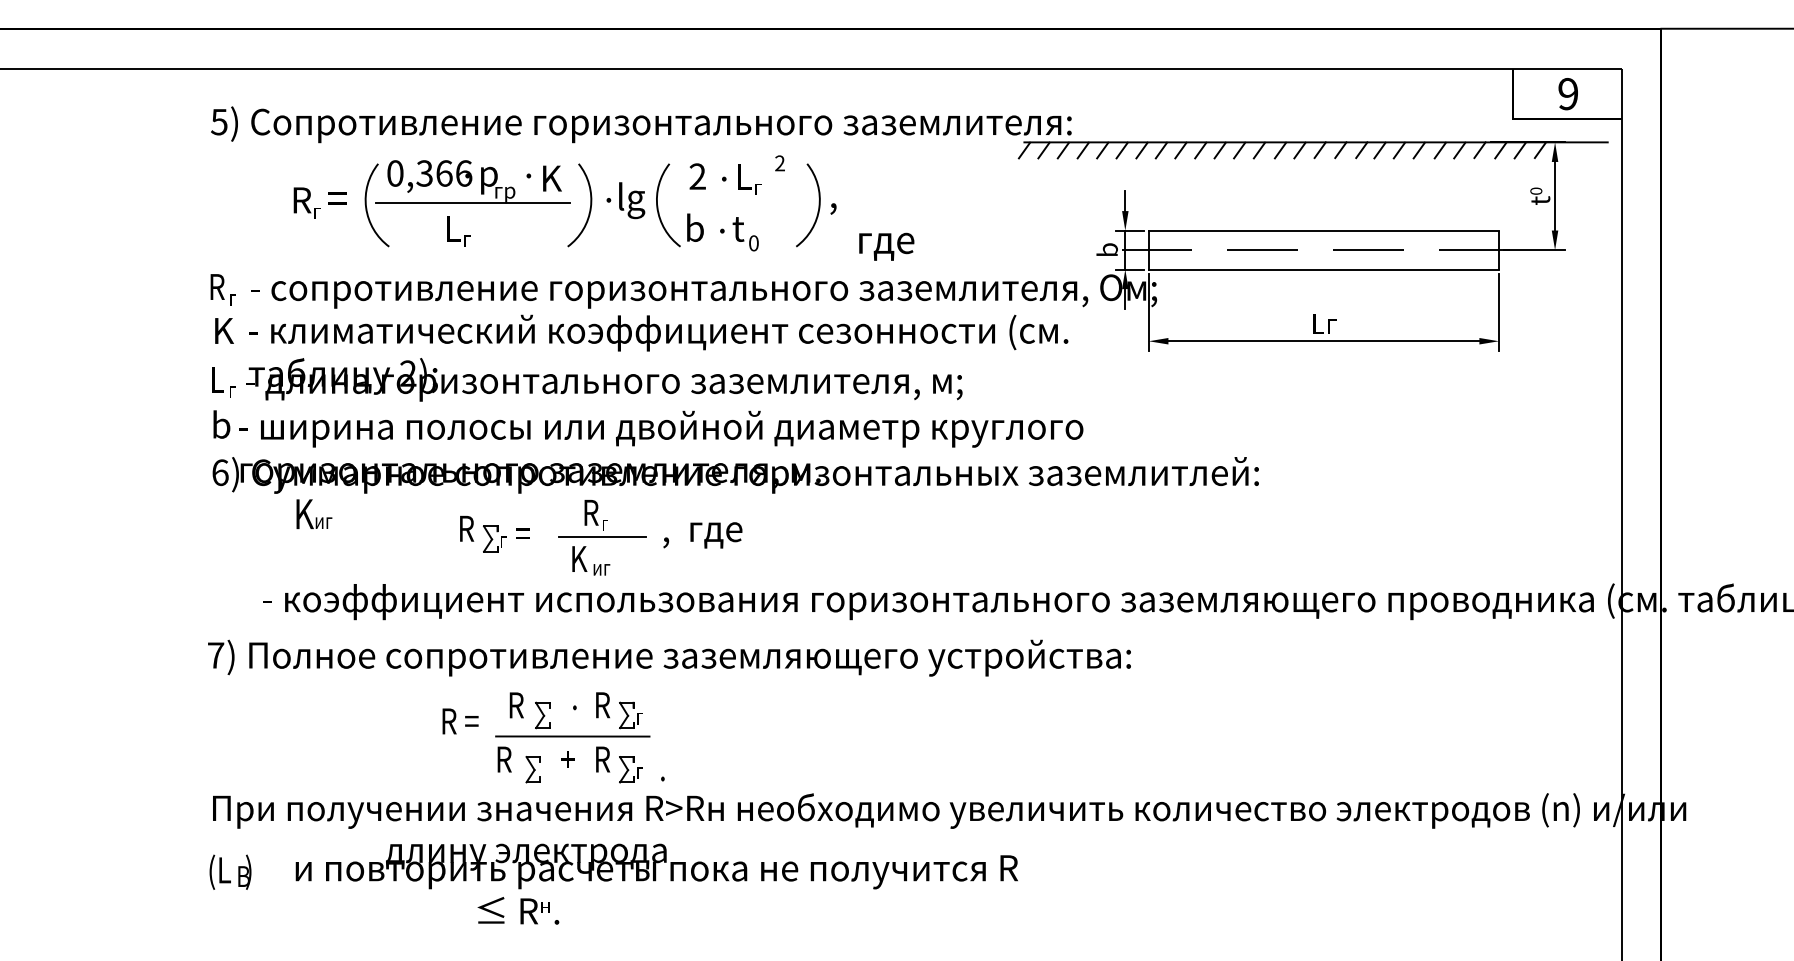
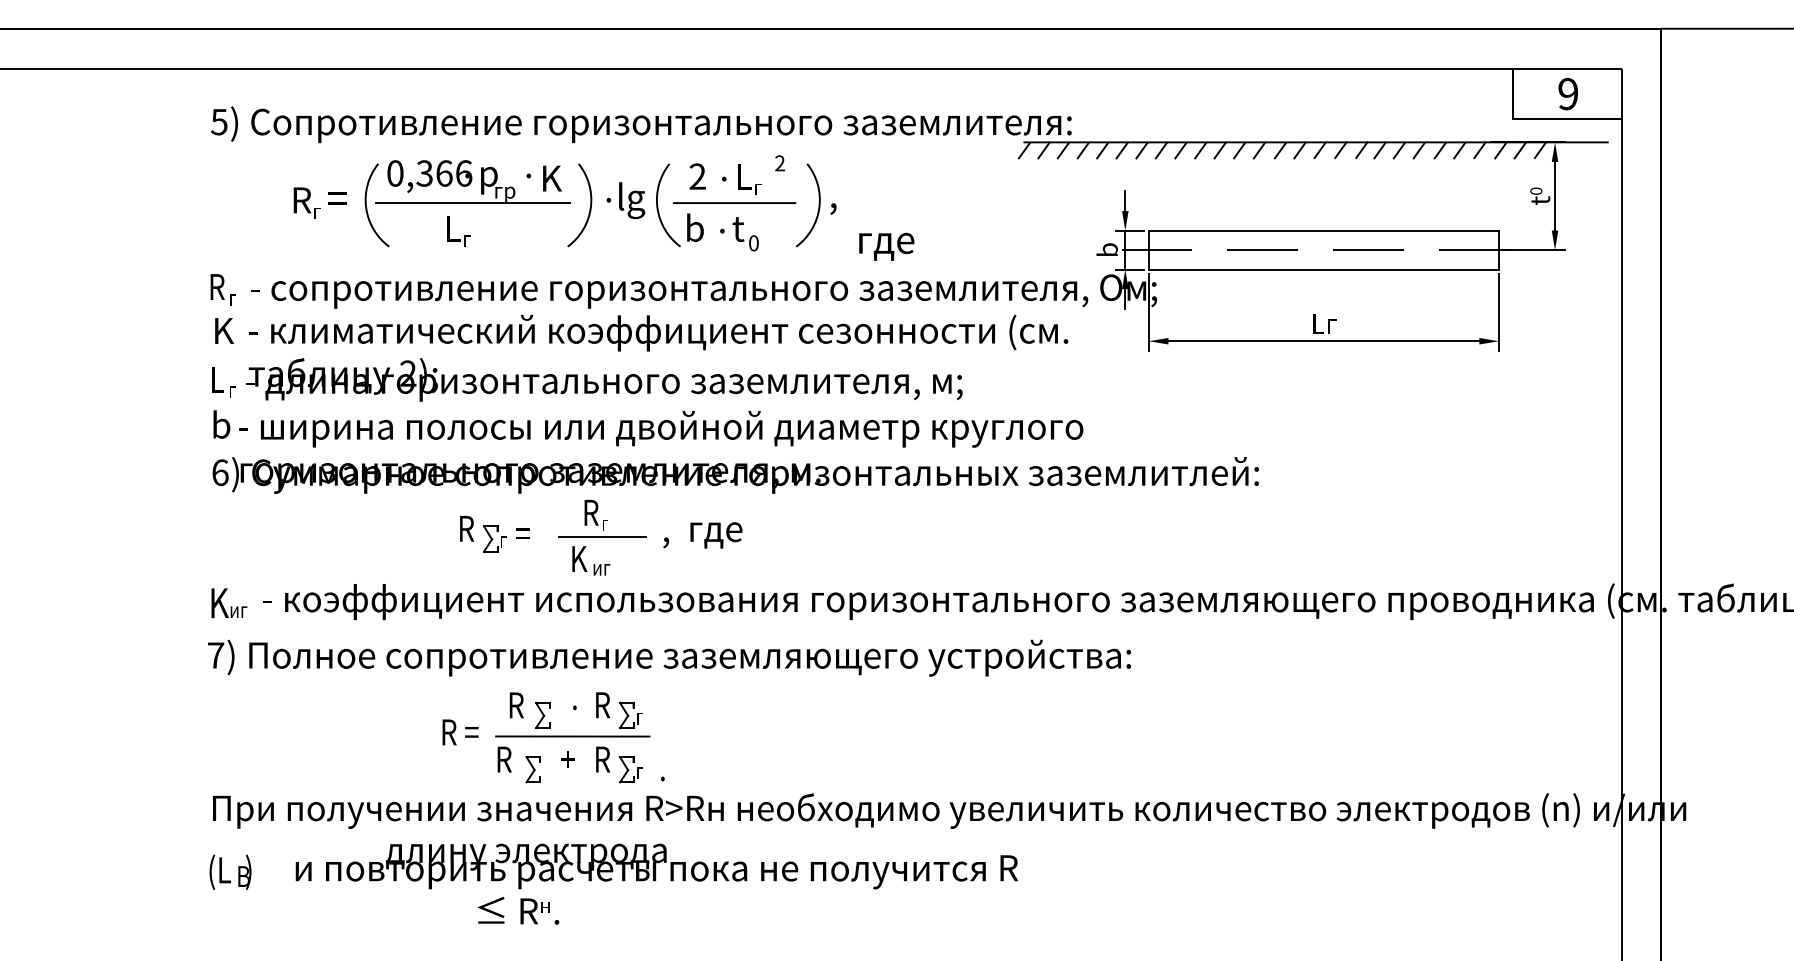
line at (734, 203): none -> present
text at (314, 513) position: (314, 513) -> (229, 602)
text at (460, 721) position: (460, 721) -> (460, 732)
